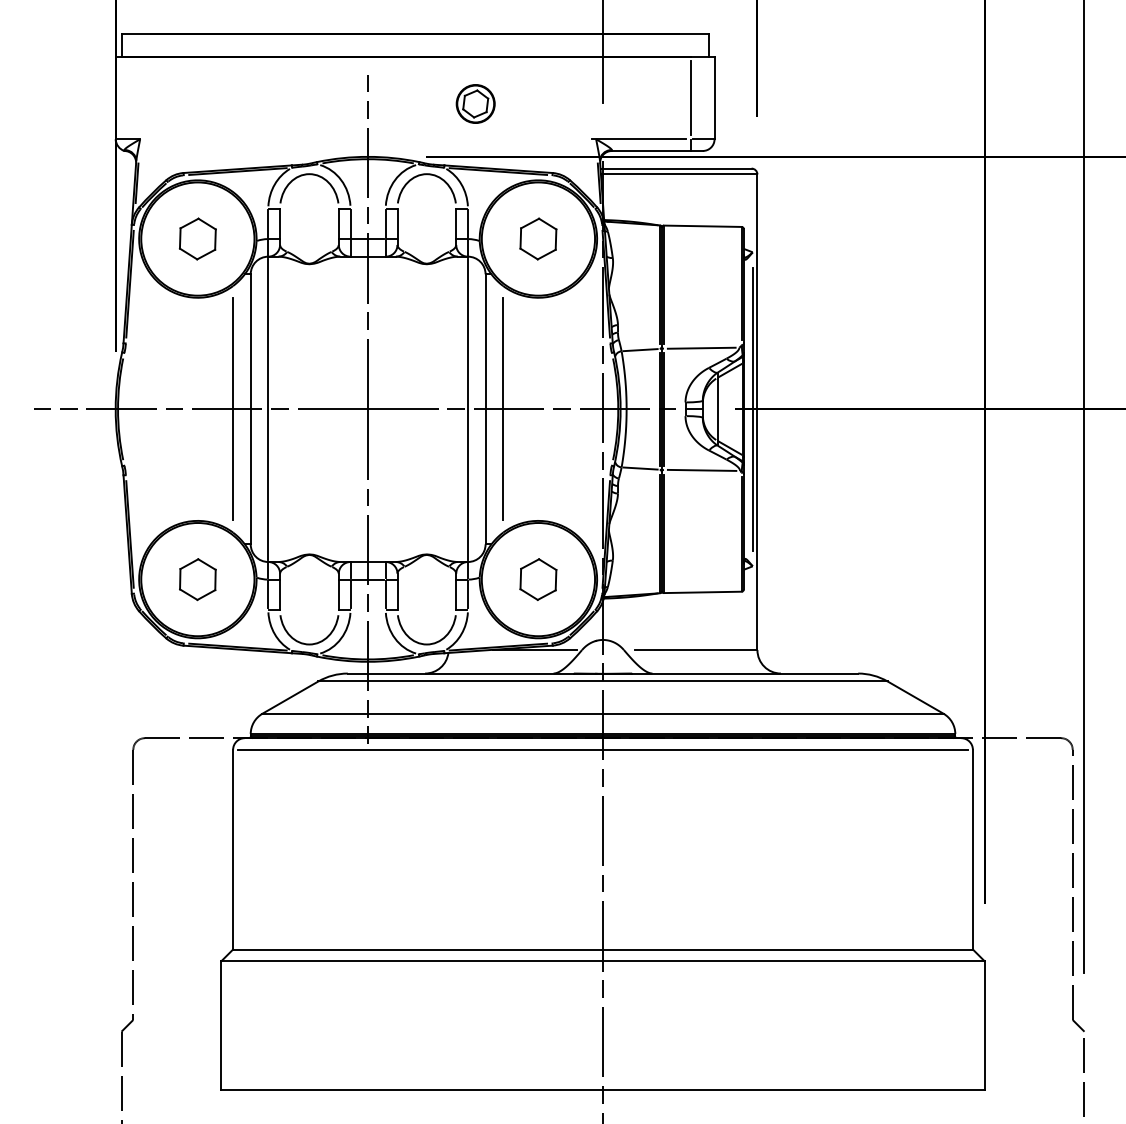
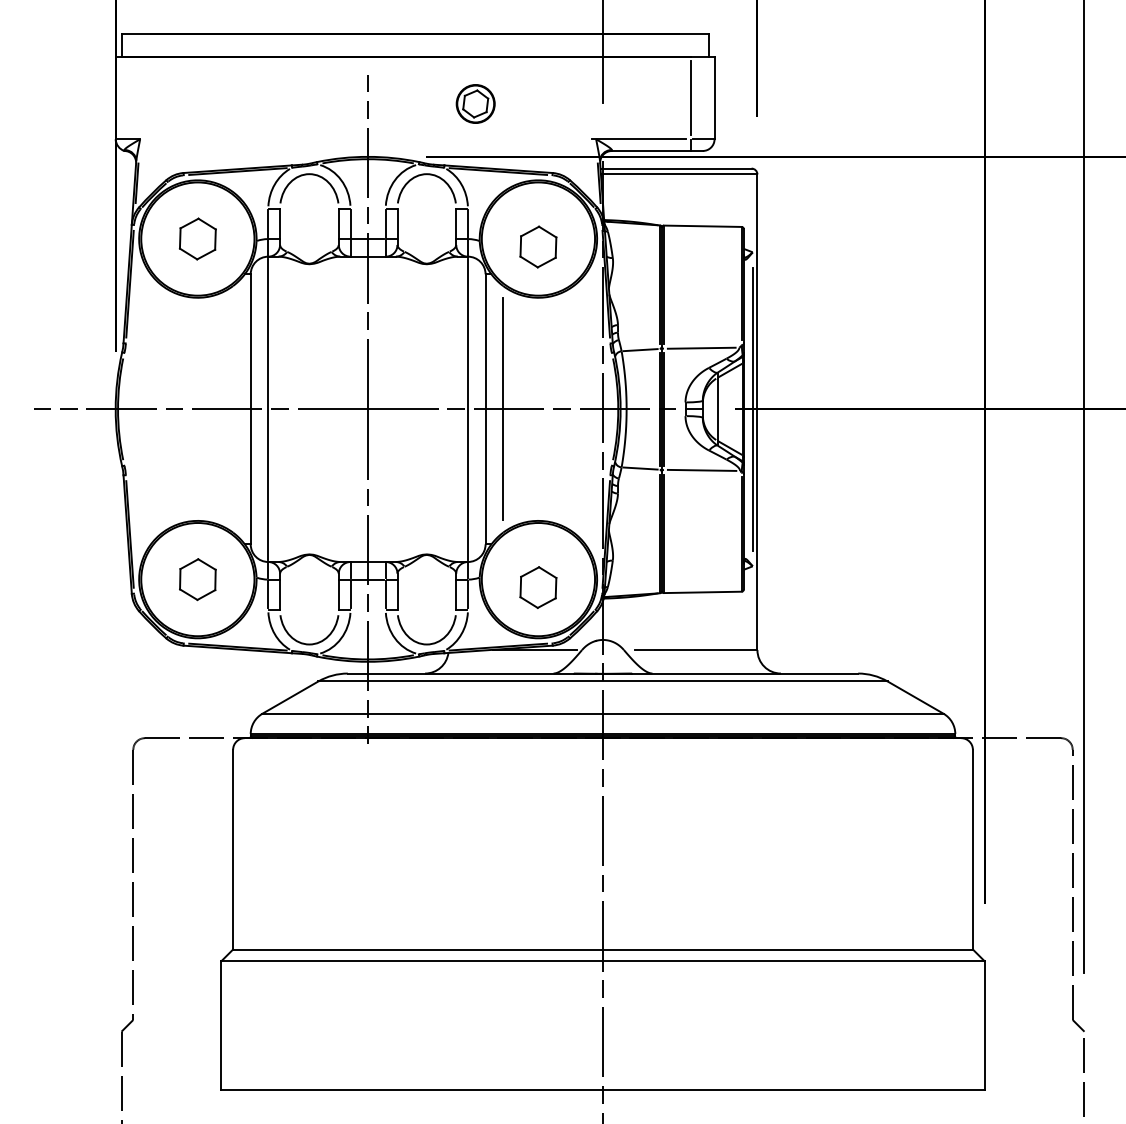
part at (538, 238) position: (538, 238) -> (538, 246)
line at (233, 409): present -> none
part at (538, 579) position: (538, 579) -> (538, 587)
line at (602, 749): present -> none
